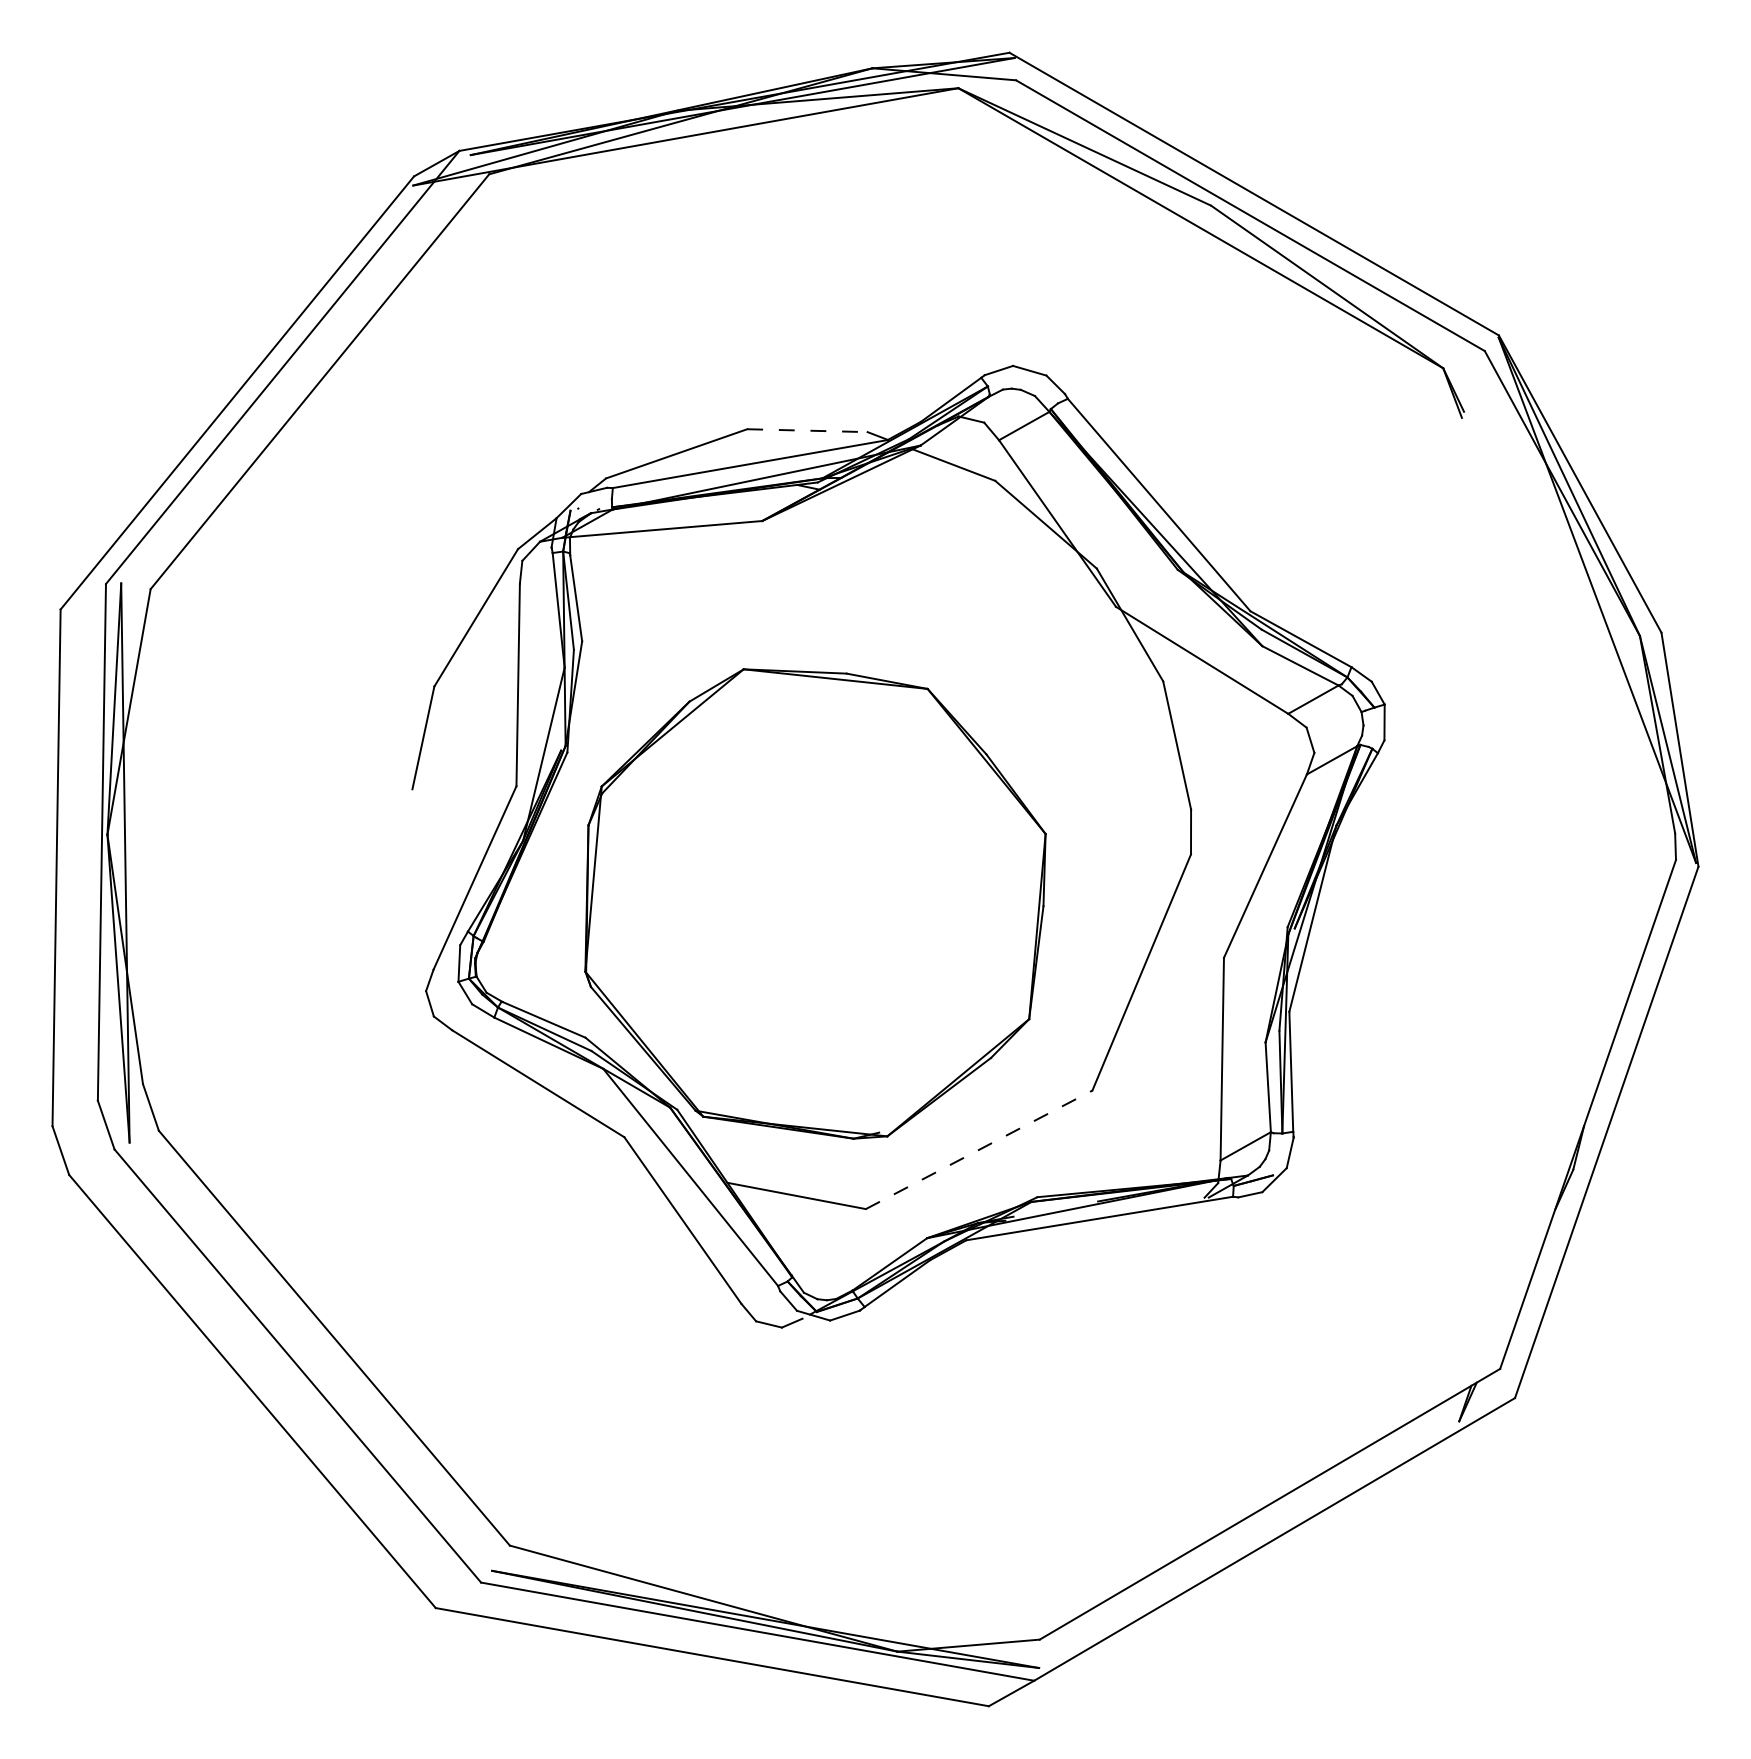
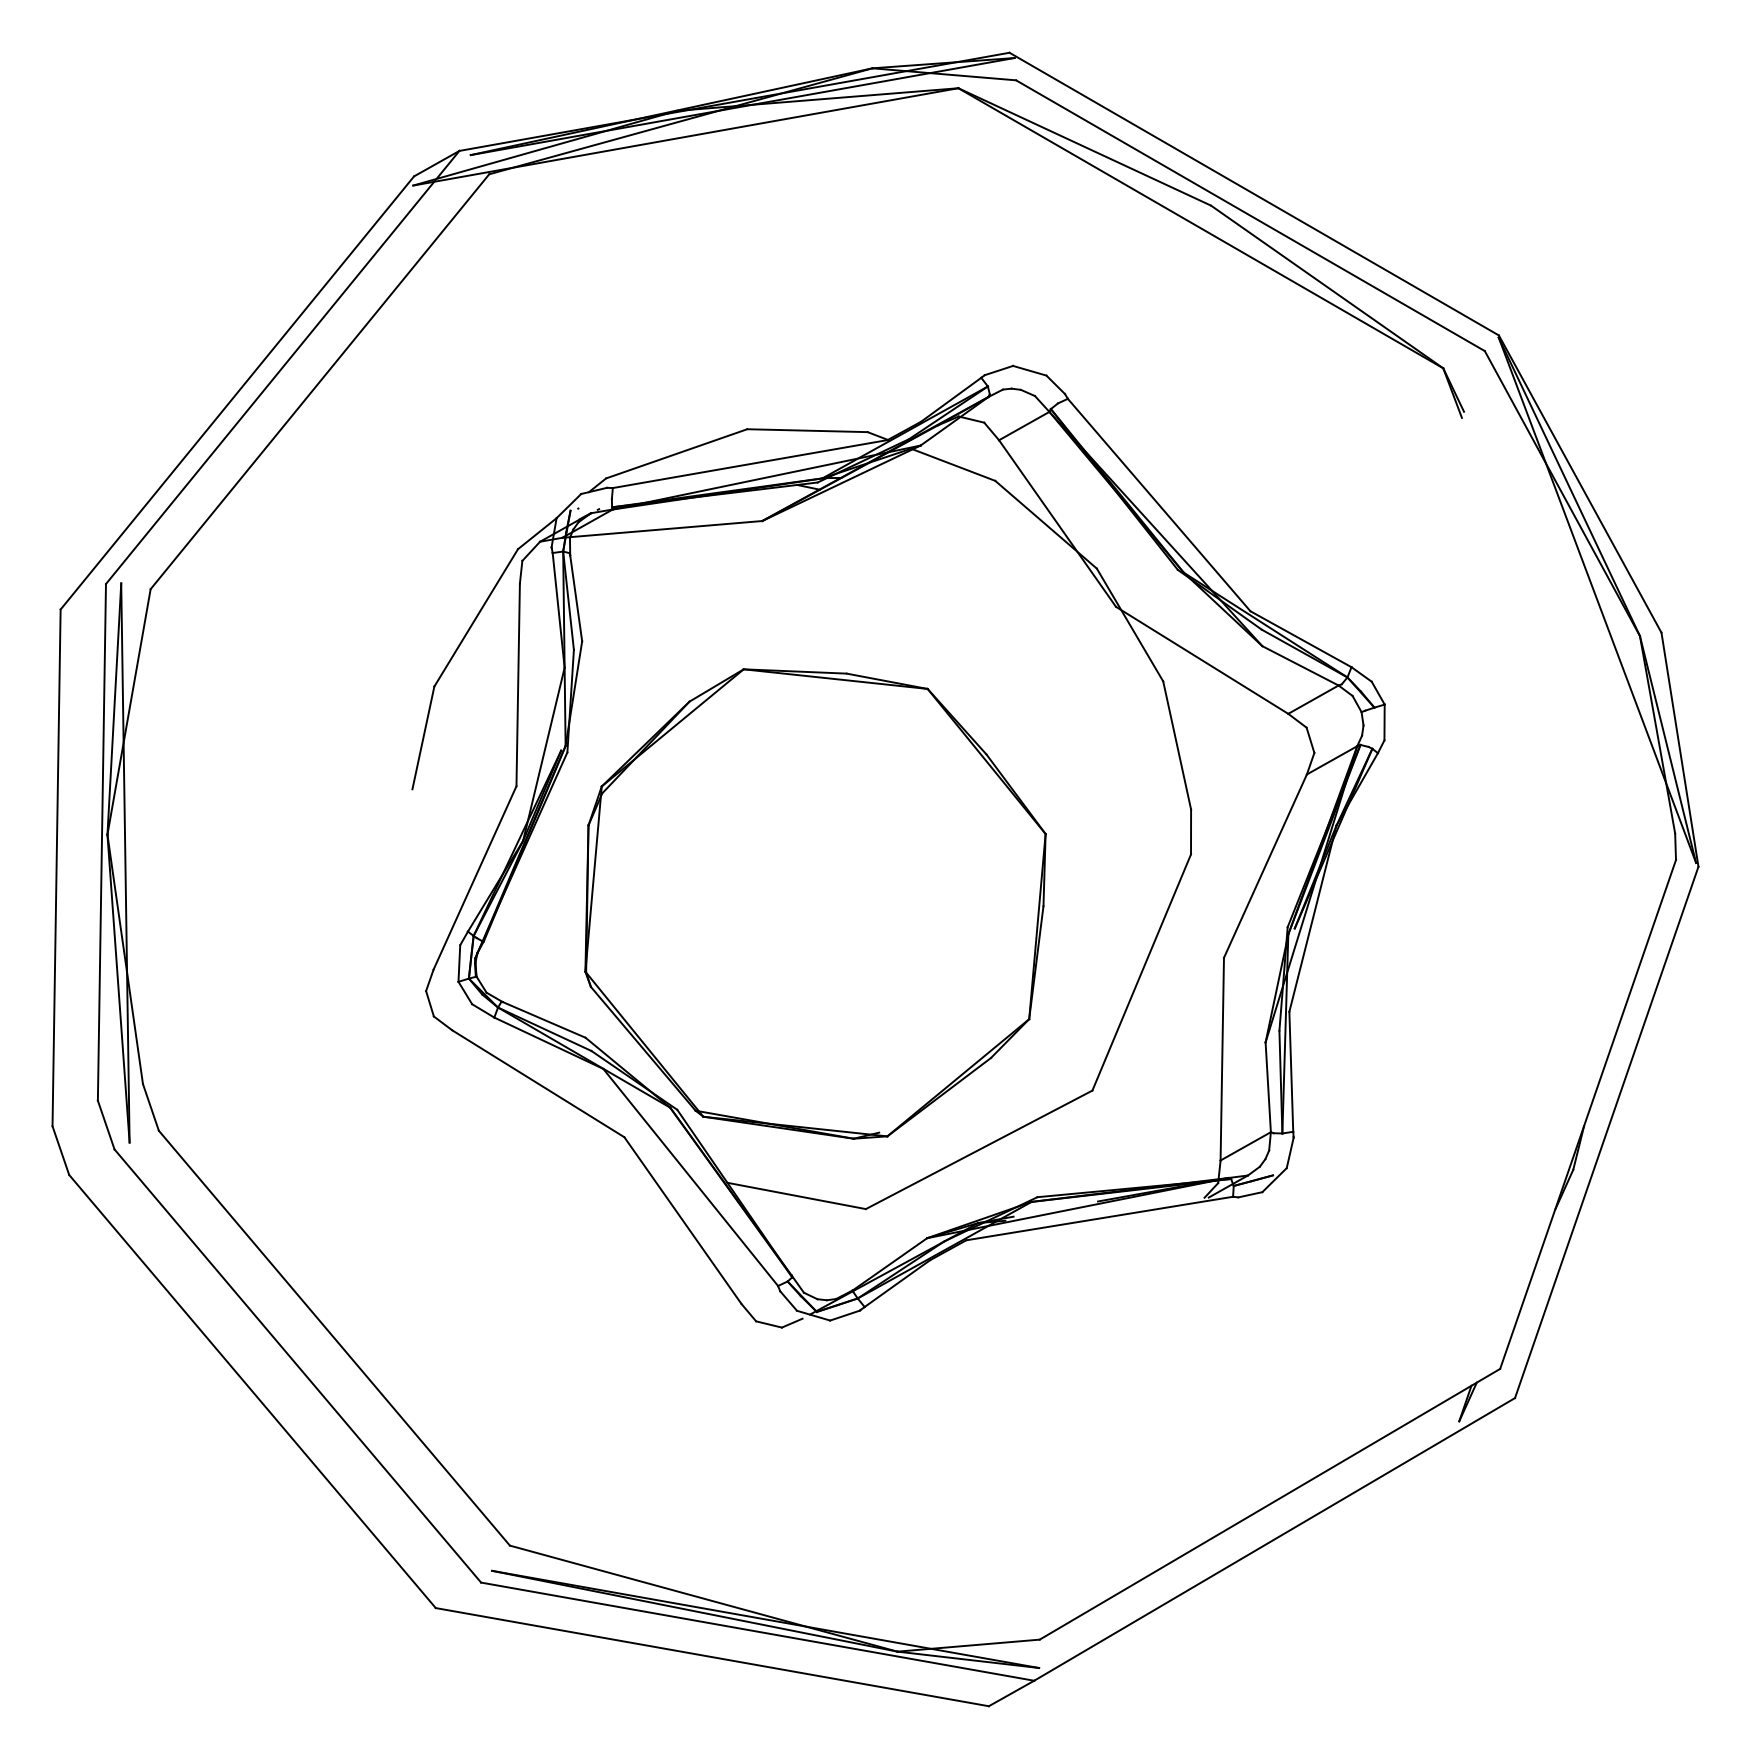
line at (807, 430): dashed -> solid
line at (979, 1149): dashed -> solid
